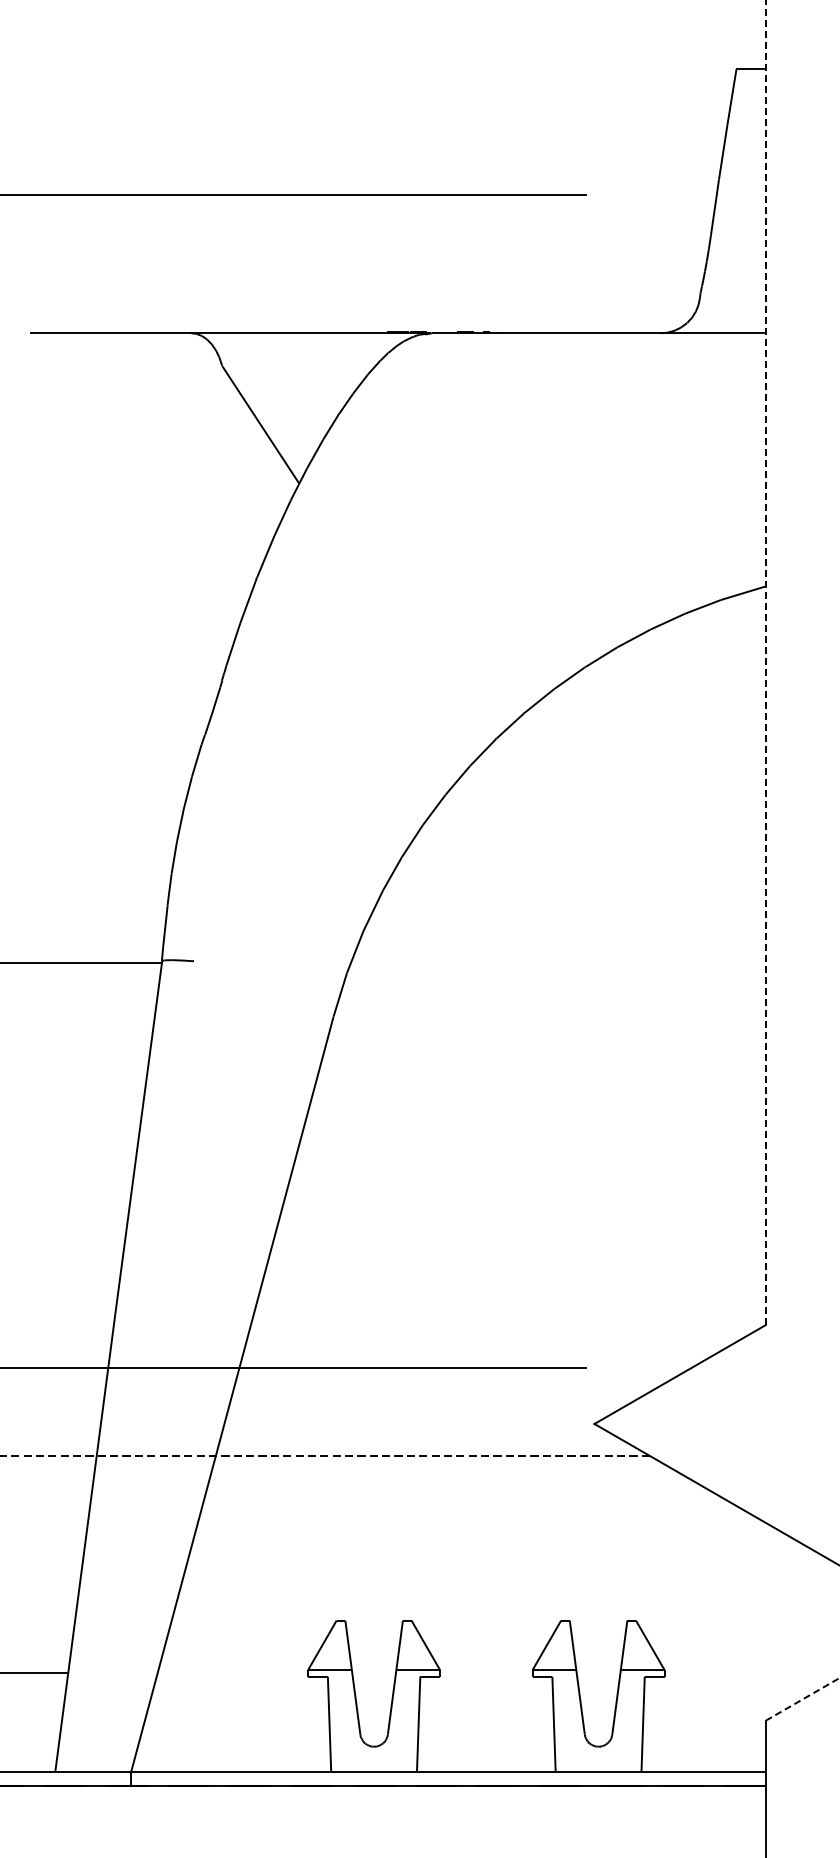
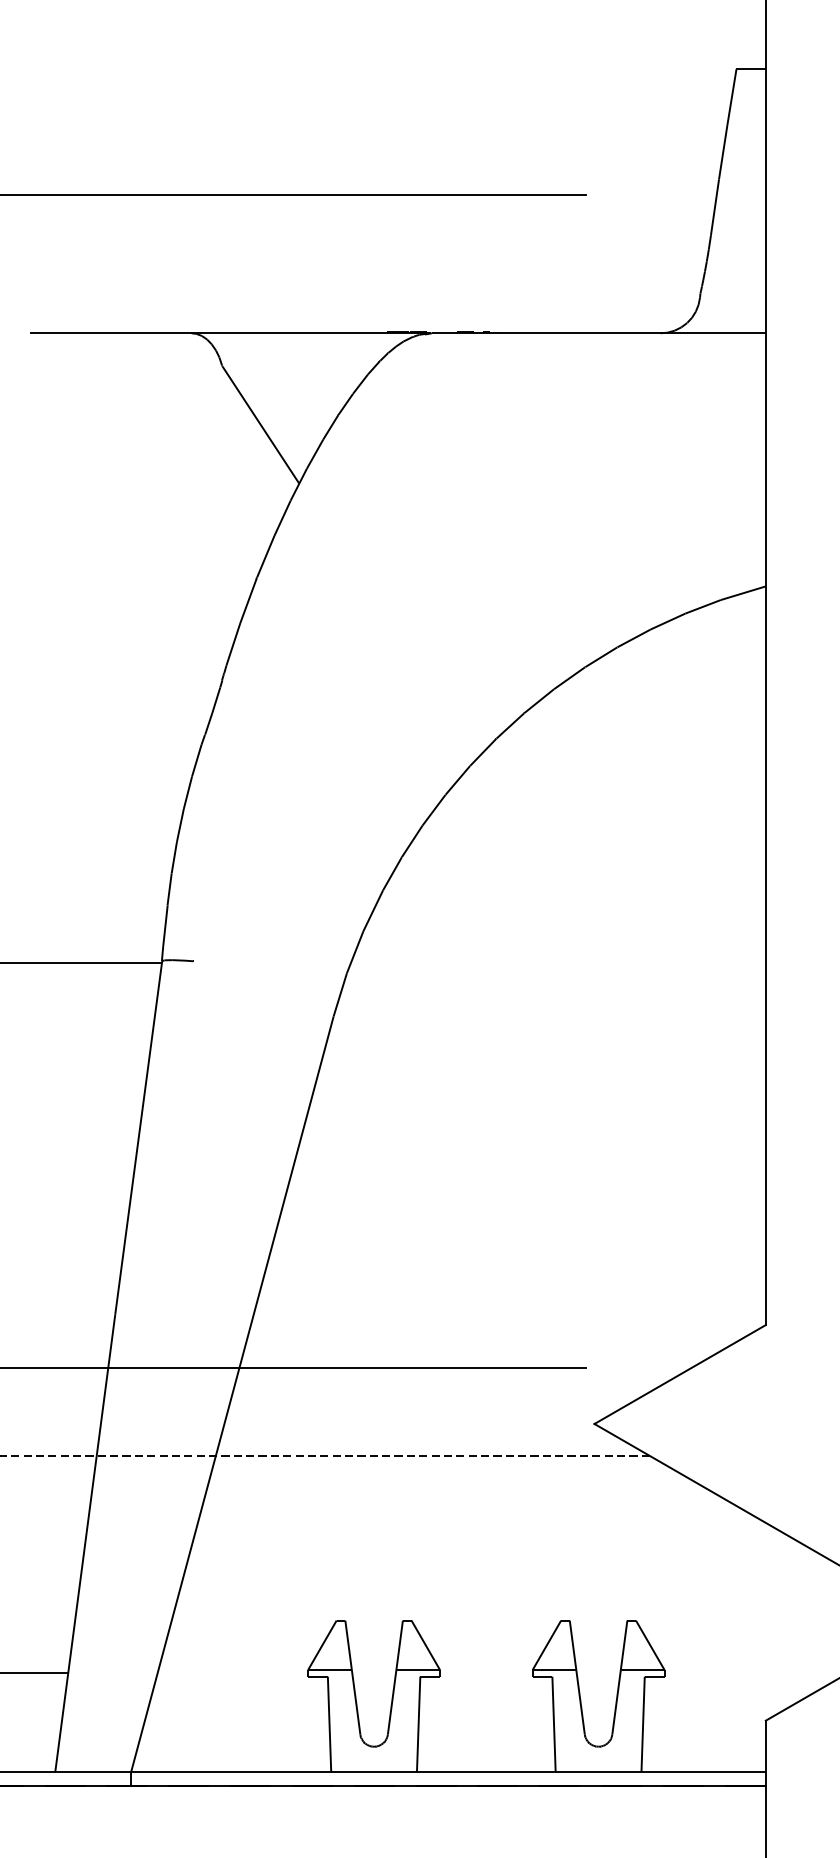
line at (765, 662): dashed -> solid
line at (803, 1699): dashed -> solid
